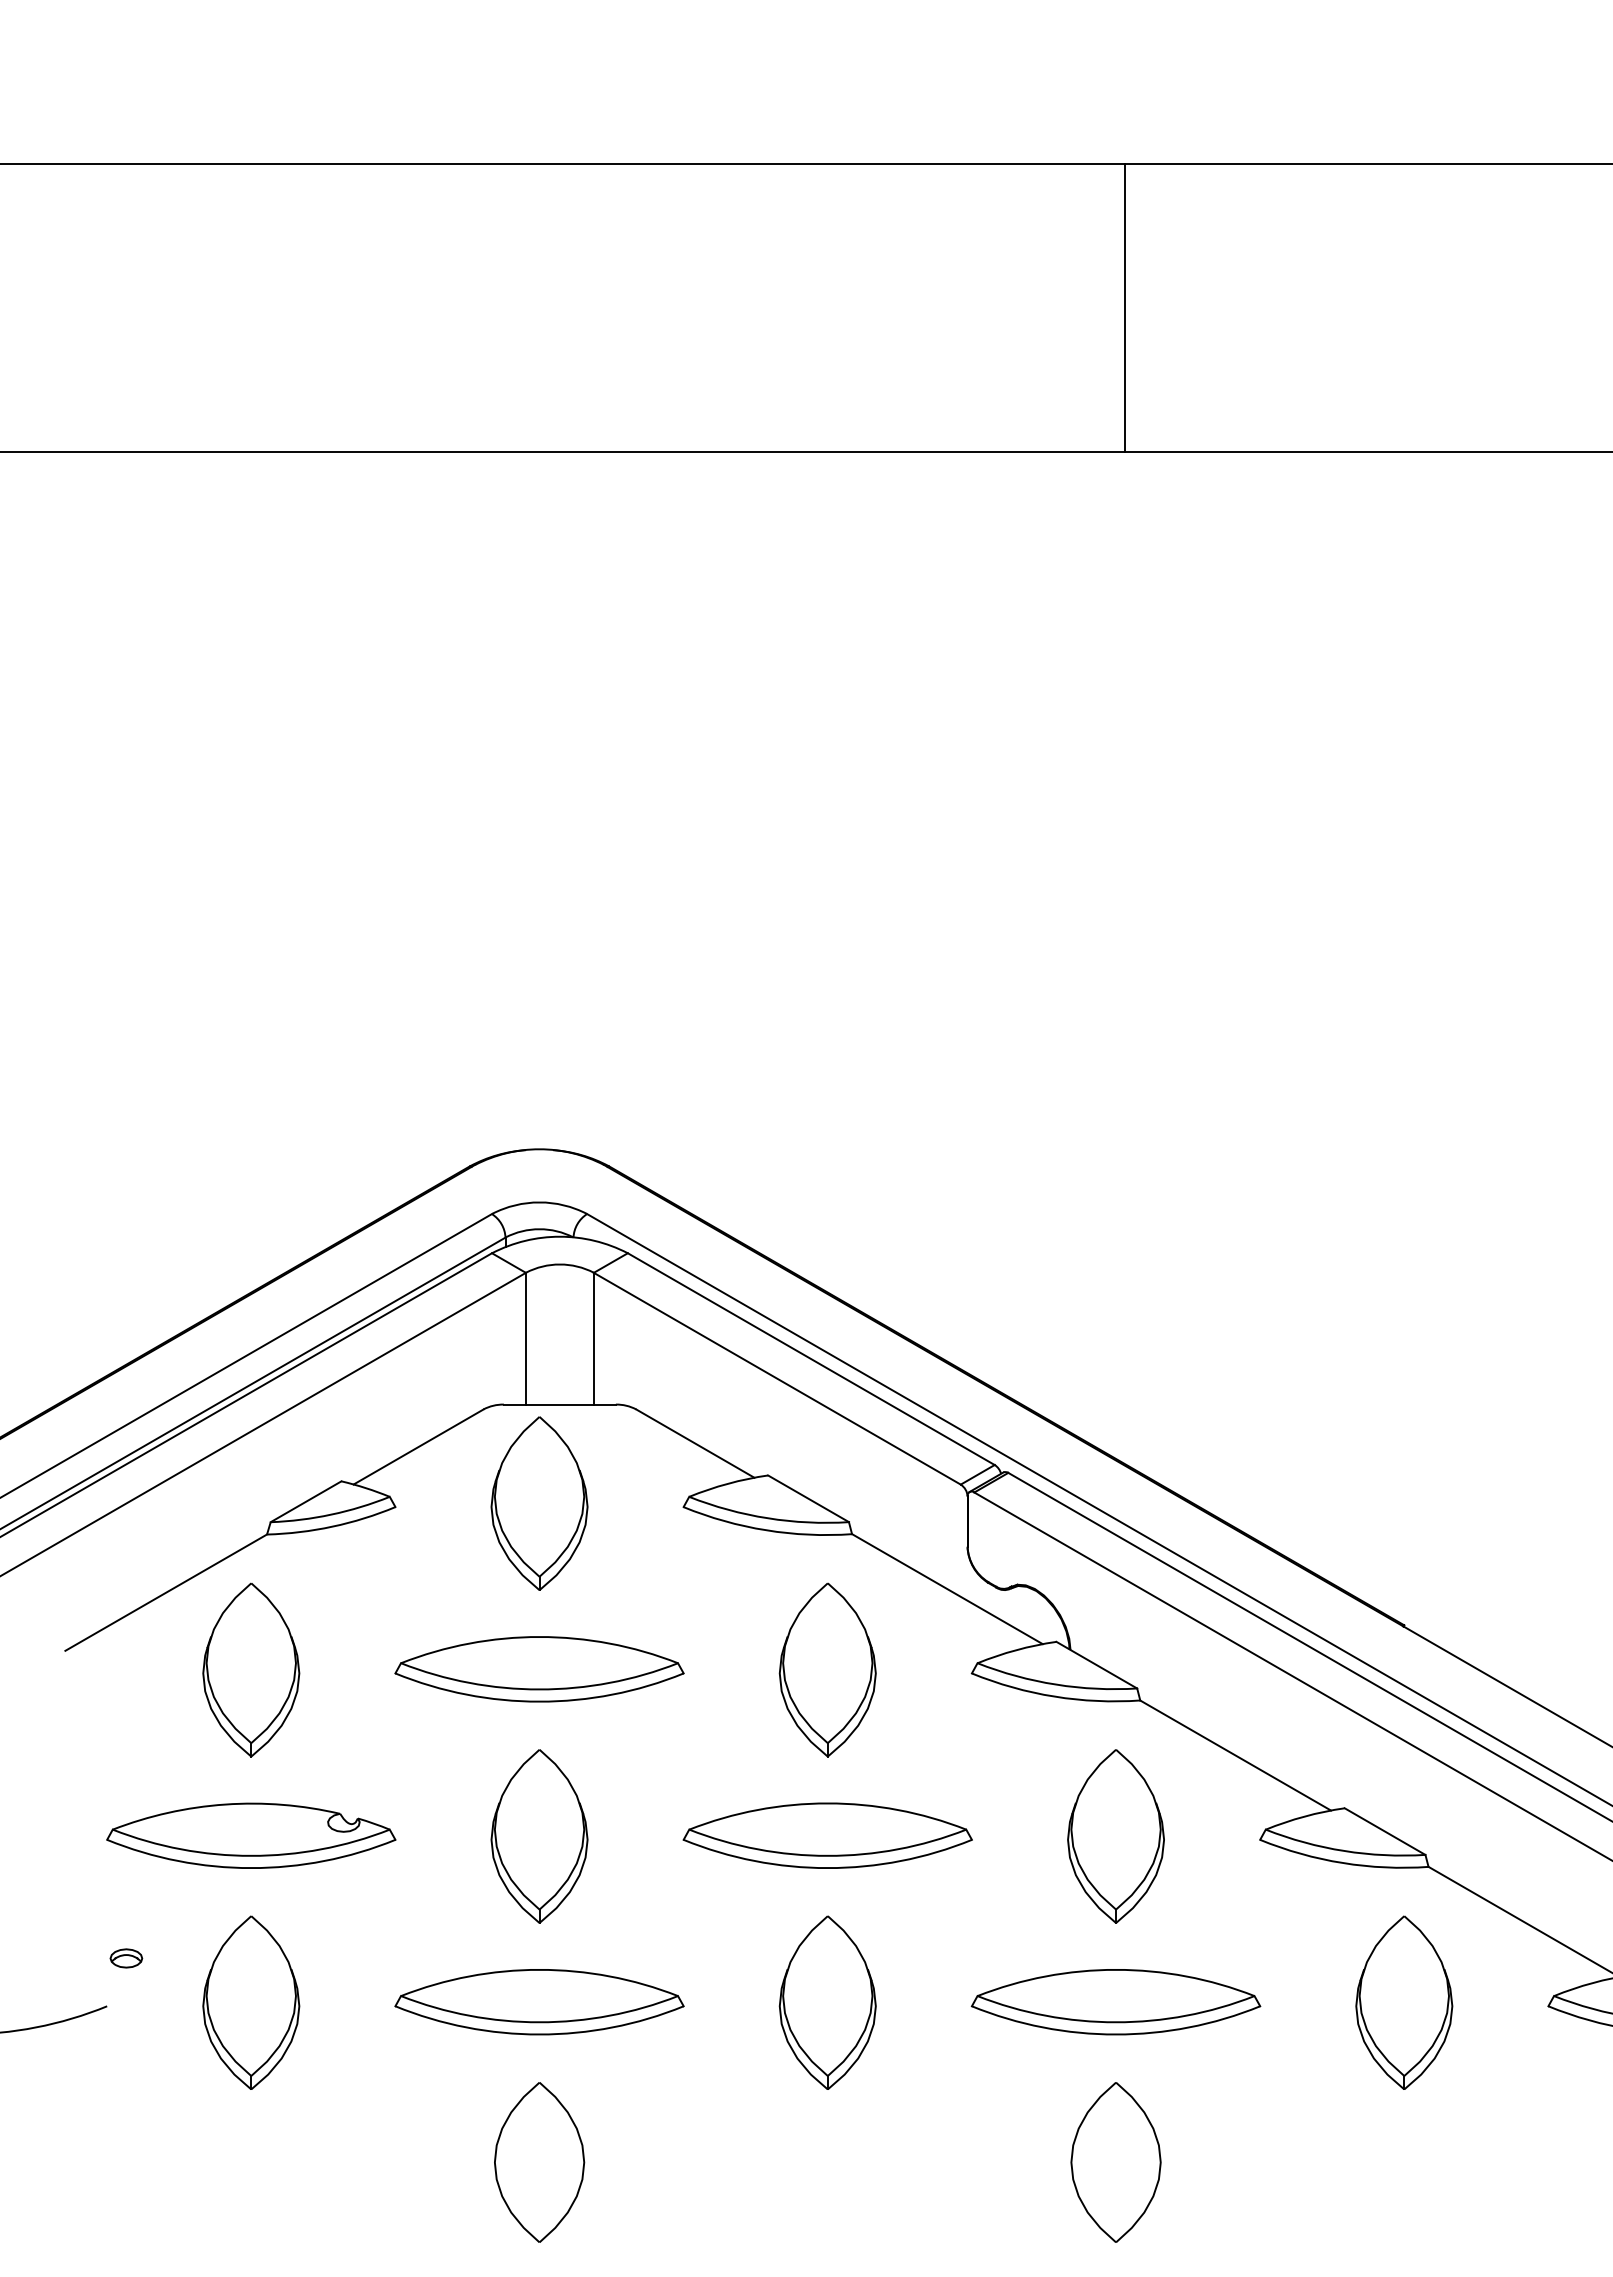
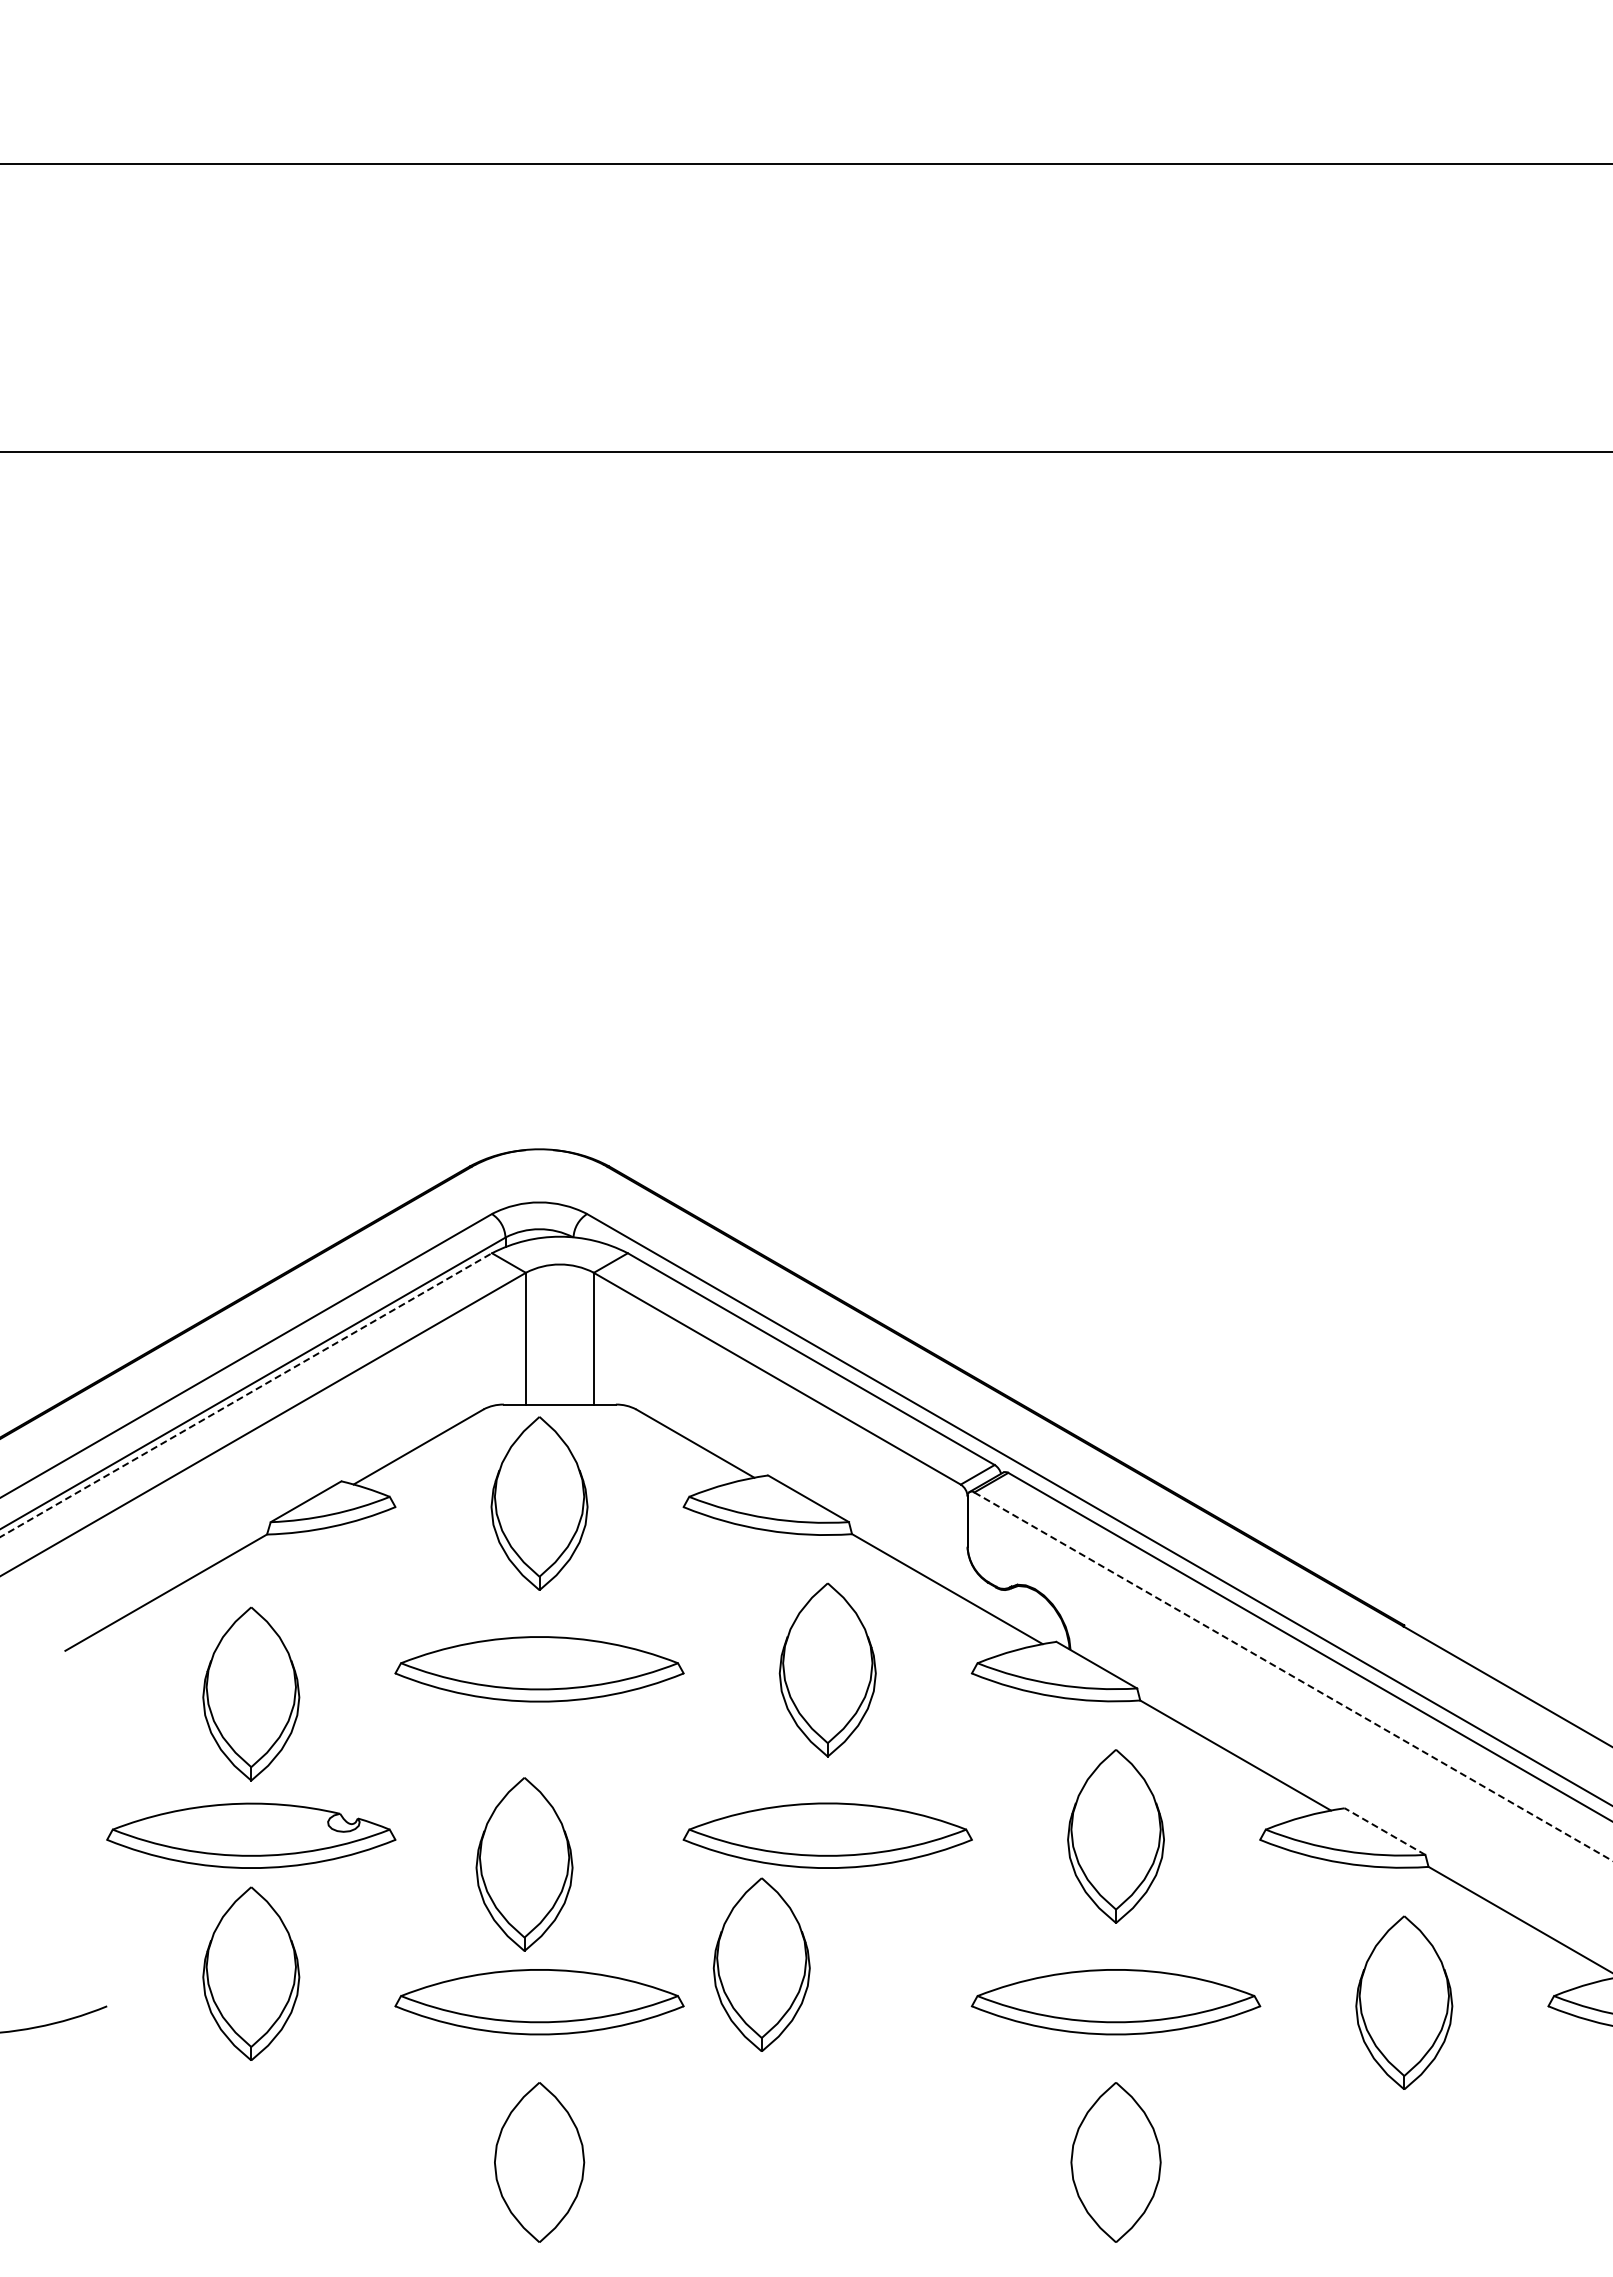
line at (1125, 308): present -> none
line at (246, 1395): solid -> dashed
part at (251, 1669) position: (251, 1669) -> (251, 1693)
line at (1293, 1676): solid -> dashed
line at (1385, 1831): solid -> dashed
part at (539, 1836) position: (539, 1836) -> (524, 1864)
part at (126, 1958): present -> none
part at (251, 2002) position: (251, 2002) -> (251, 1973)
part at (827, 2002) position: (827, 2002) -> (761, 1964)
